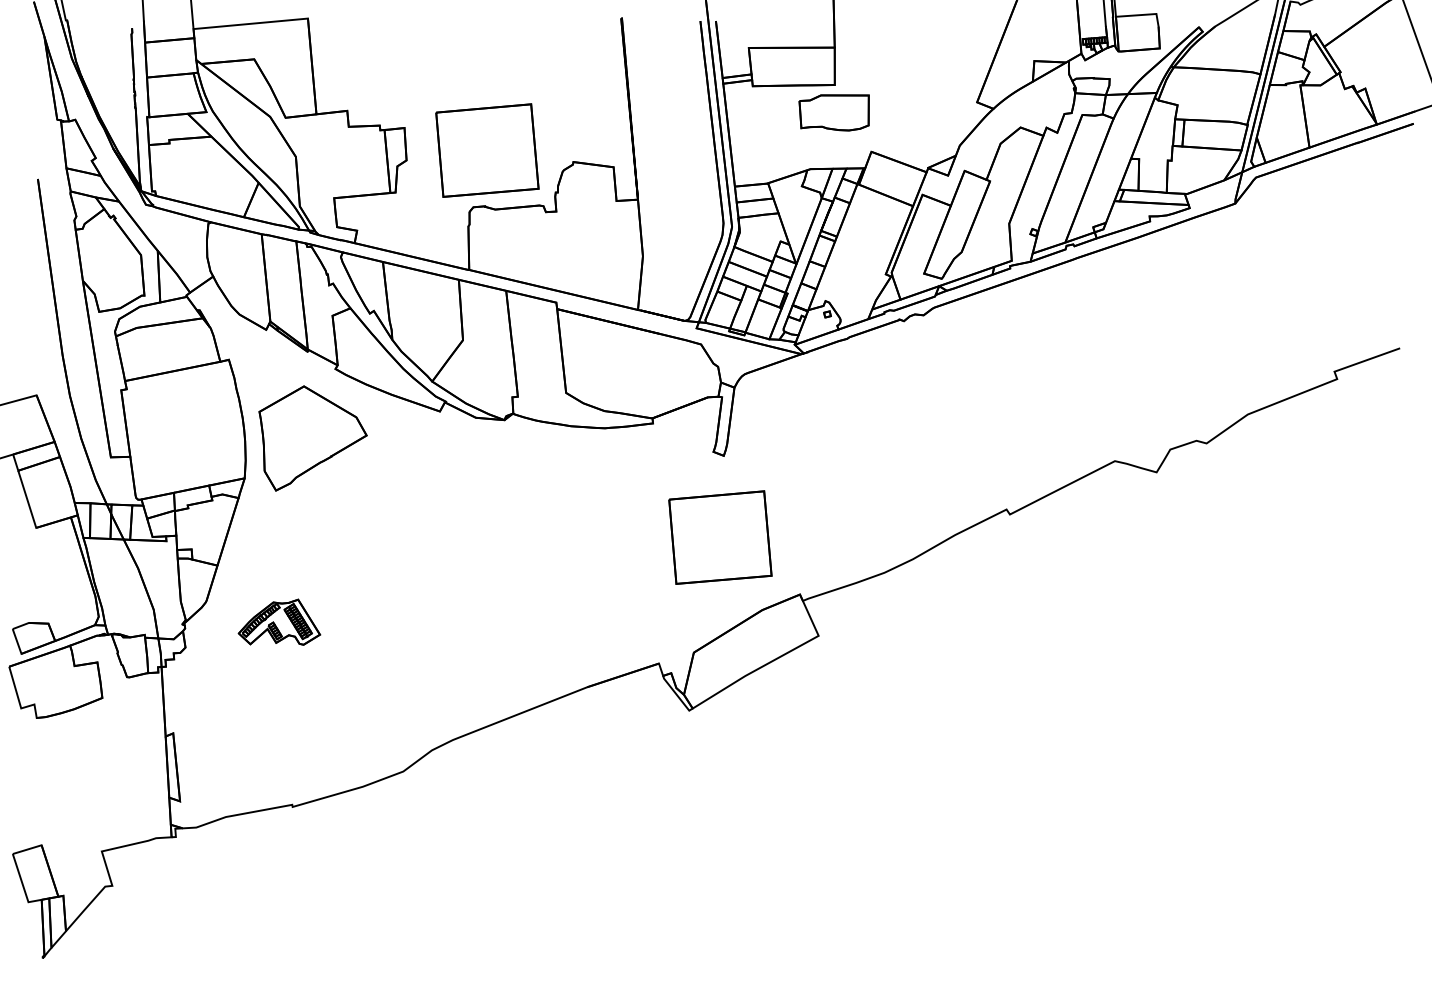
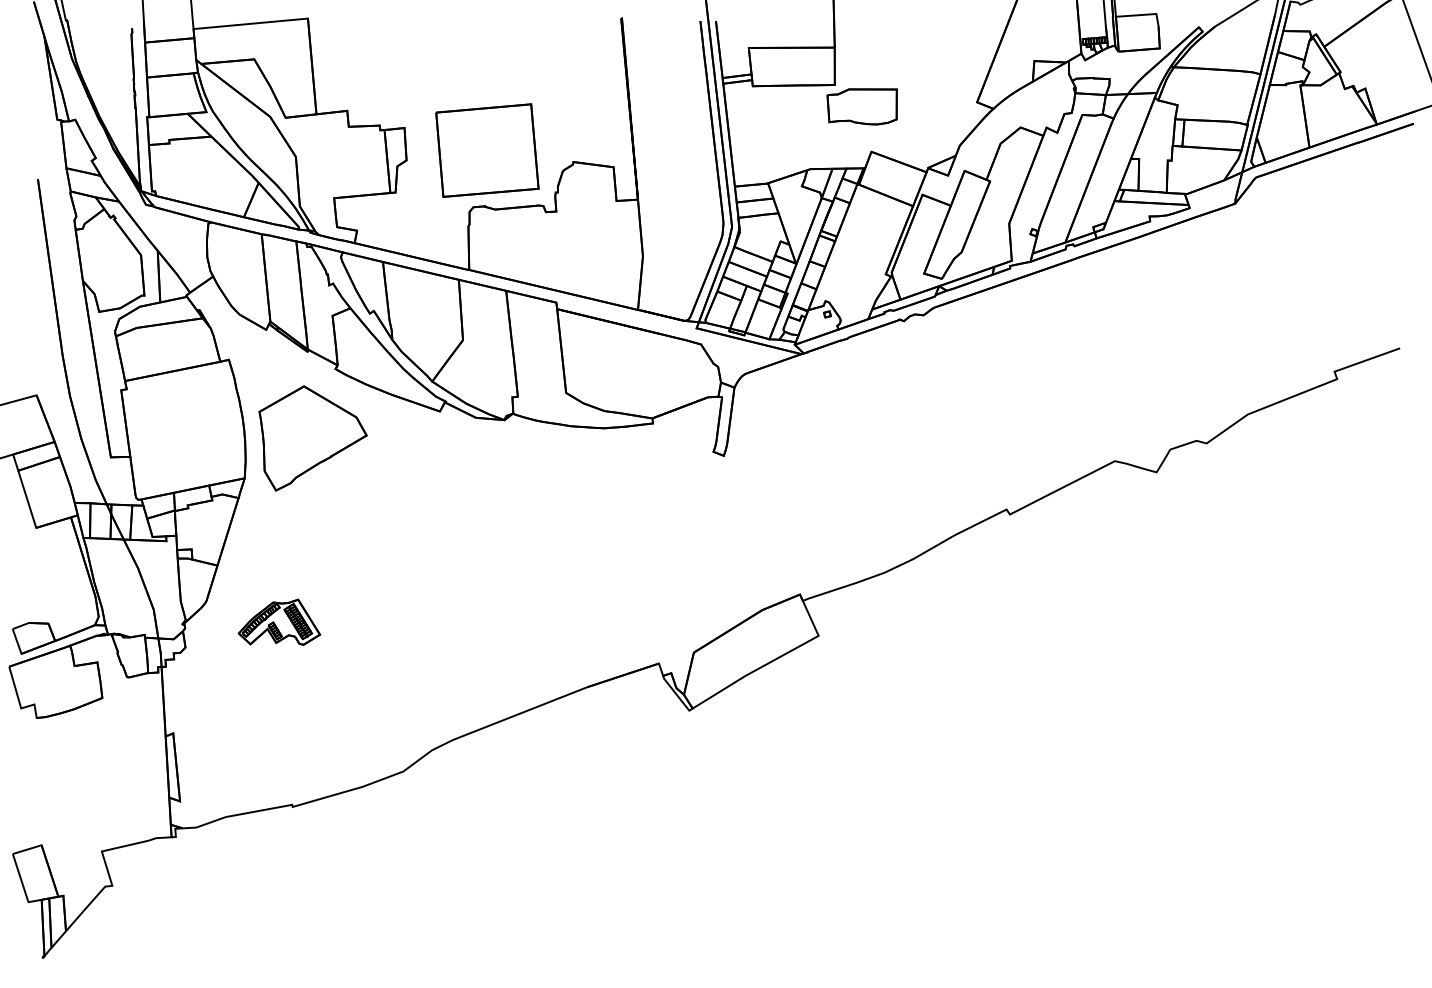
part at (833, 112) position: (833, 112) -> (861, 106)
part at (720, 537): present -> none
